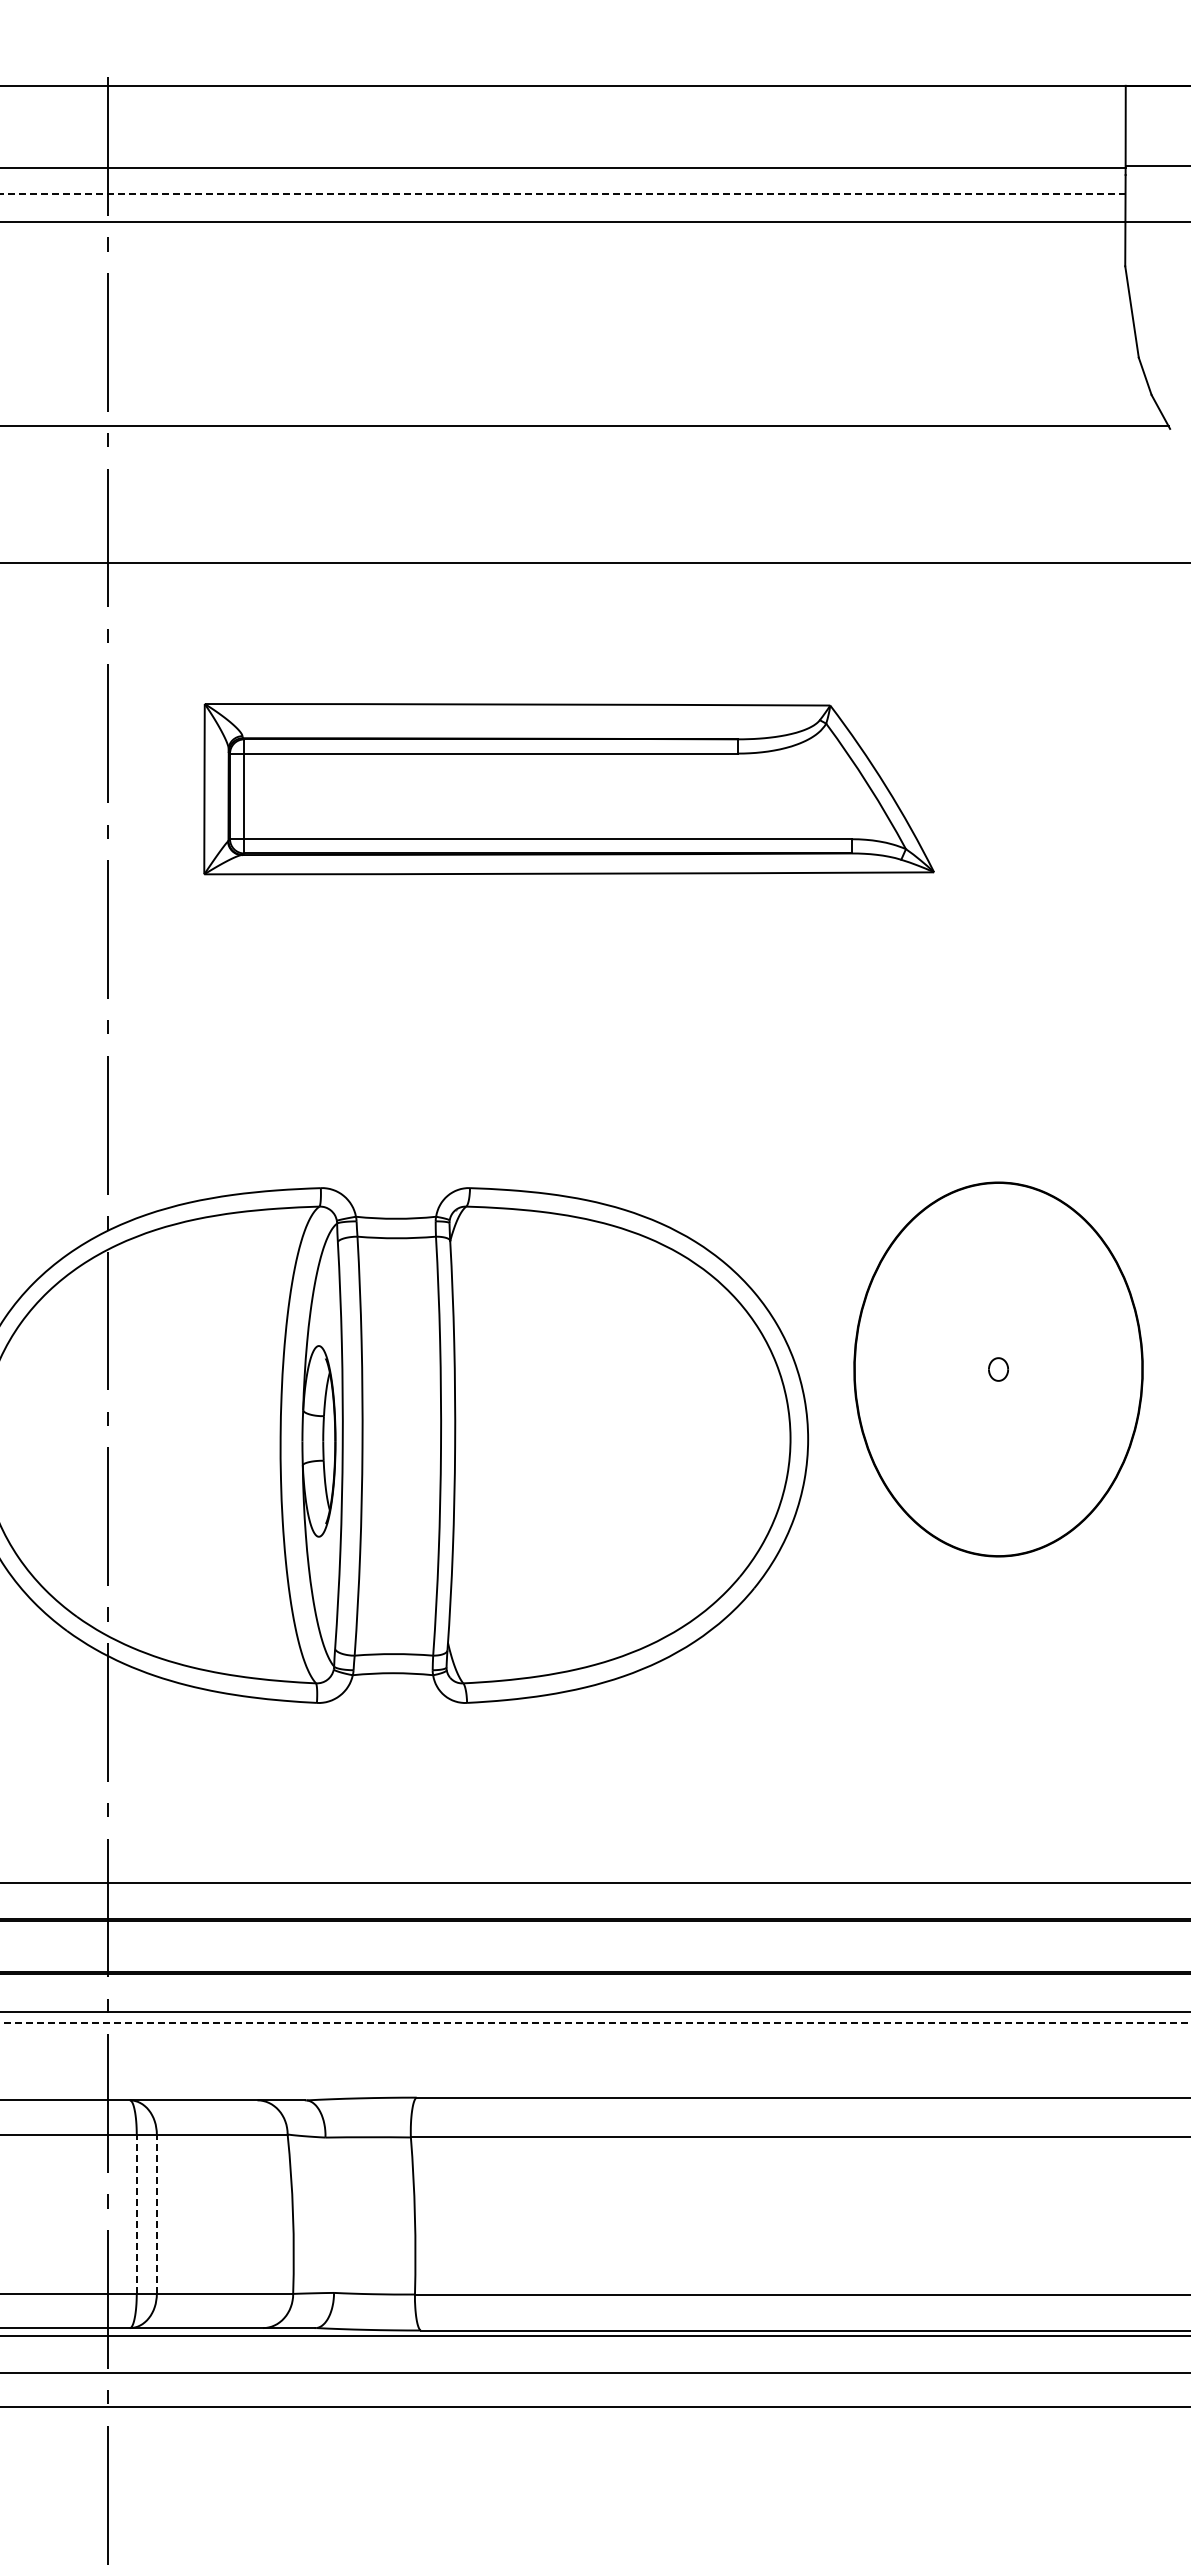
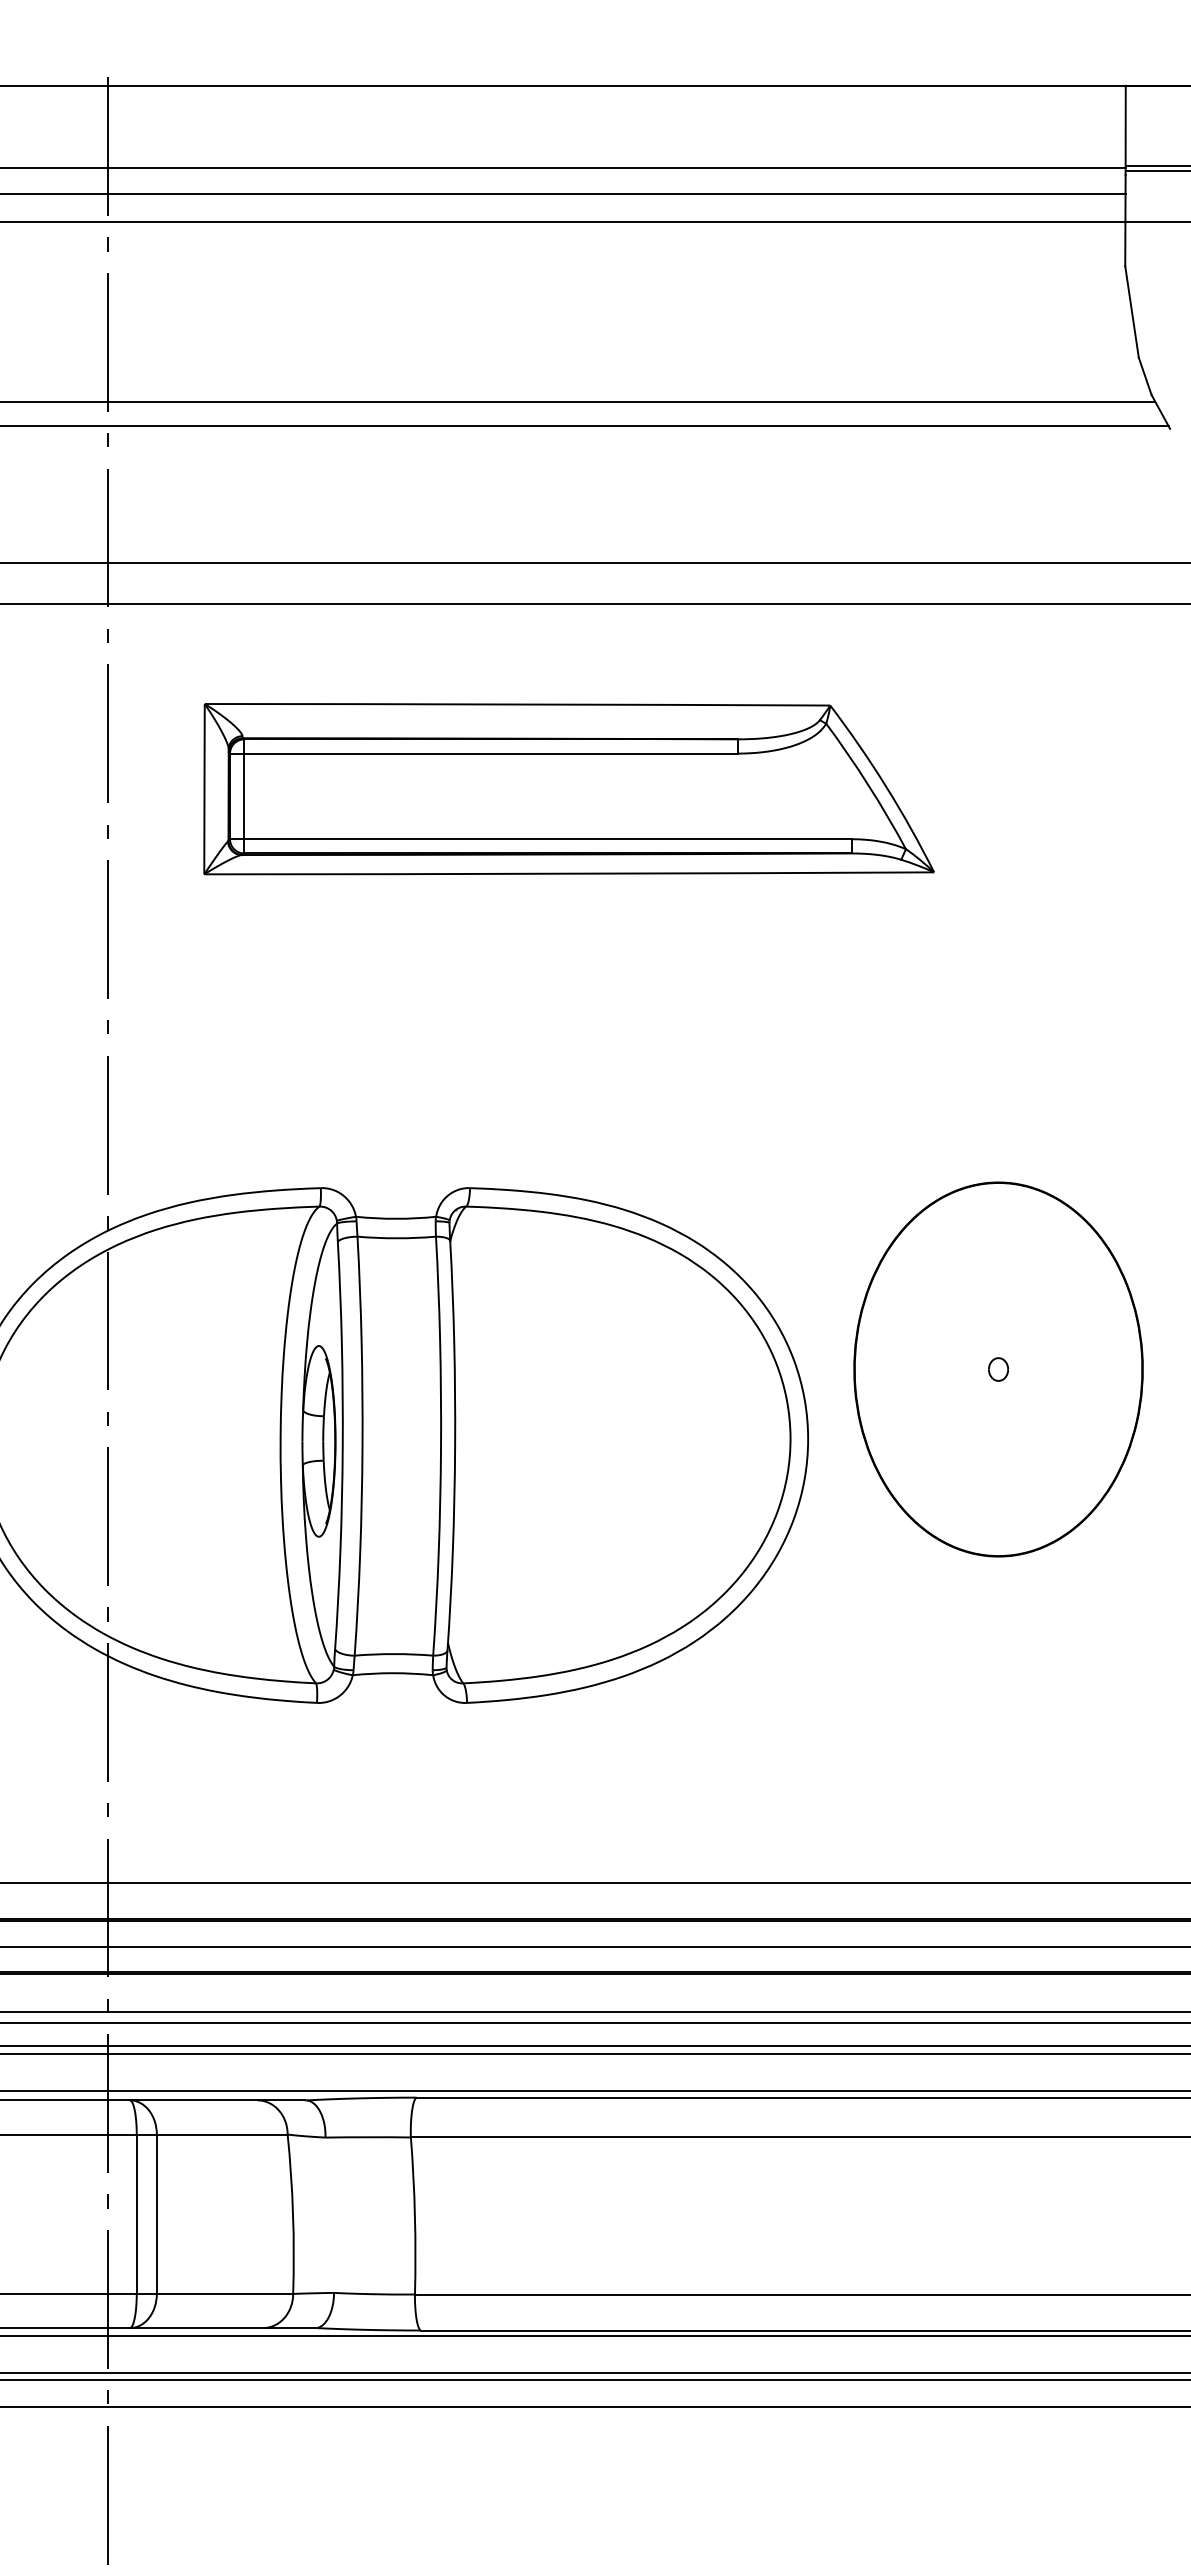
line at (1156, 171): none -> present
line at (562, 193): dashed -> solid
line at (578, 401): none -> present
line at (594, 604): none -> present
line at (594, 1946): none -> present
line at (595, 2023): dashed -> solid
line at (594, 2046): none -> present
line at (594, 2054): none -> present
line at (594, 2091): none -> present
line at (136, 2214): dashed -> solid
line at (156, 2214): dashed -> solid
line at (594, 2379): none -> present
